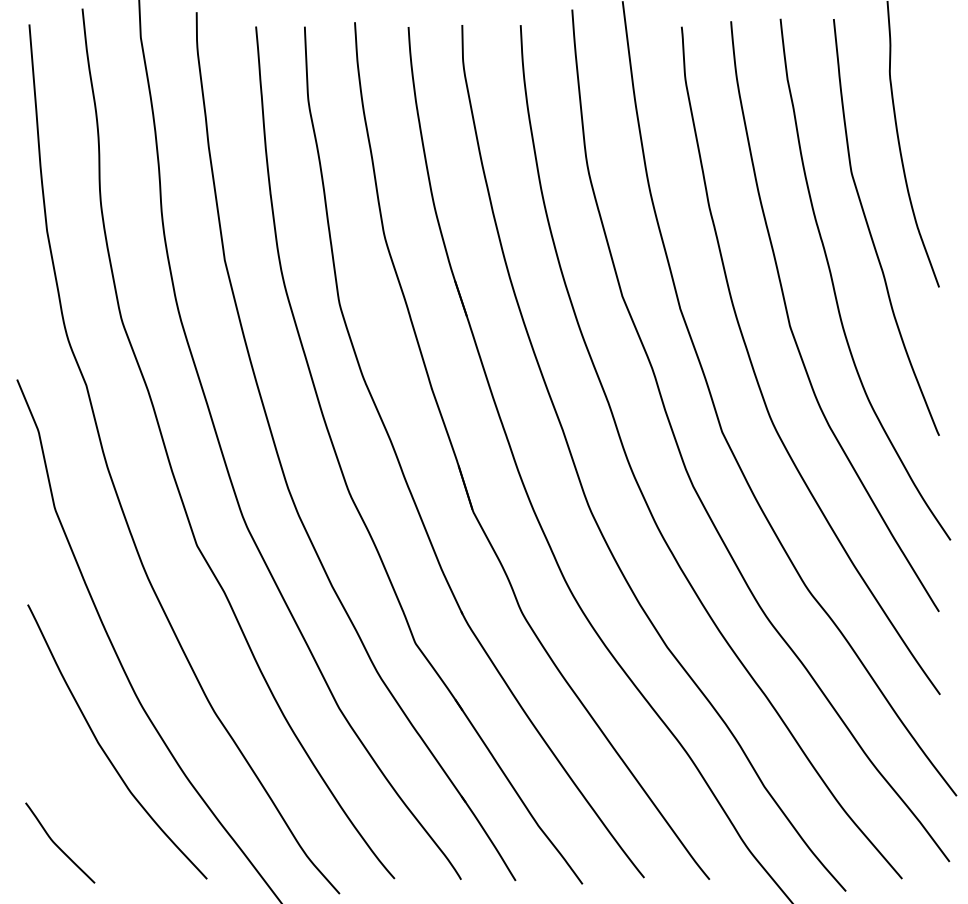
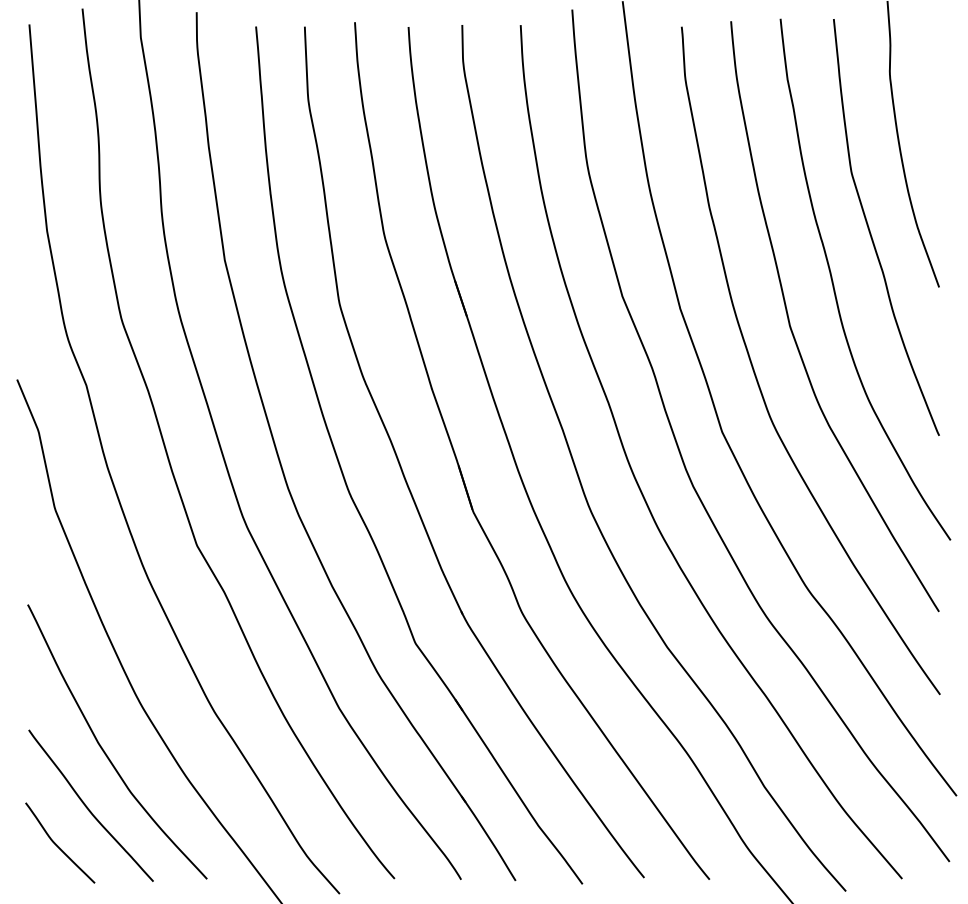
curve at (88, 807): none -> present
